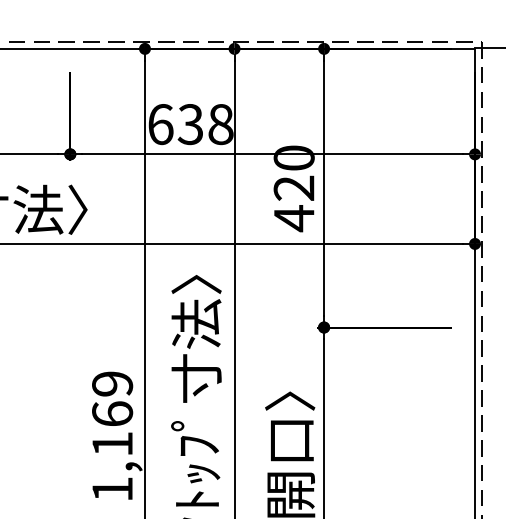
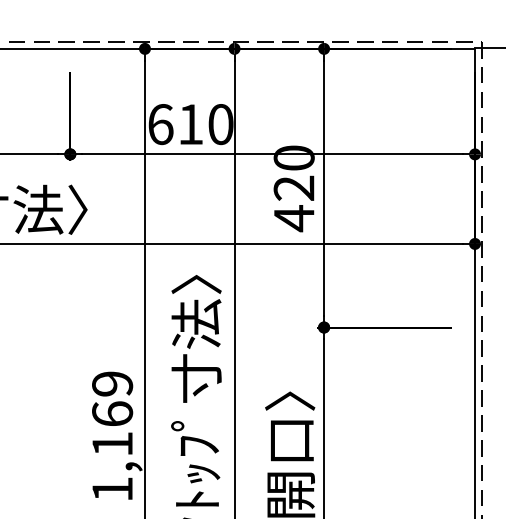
text at (205, 124): 638 -> 610
